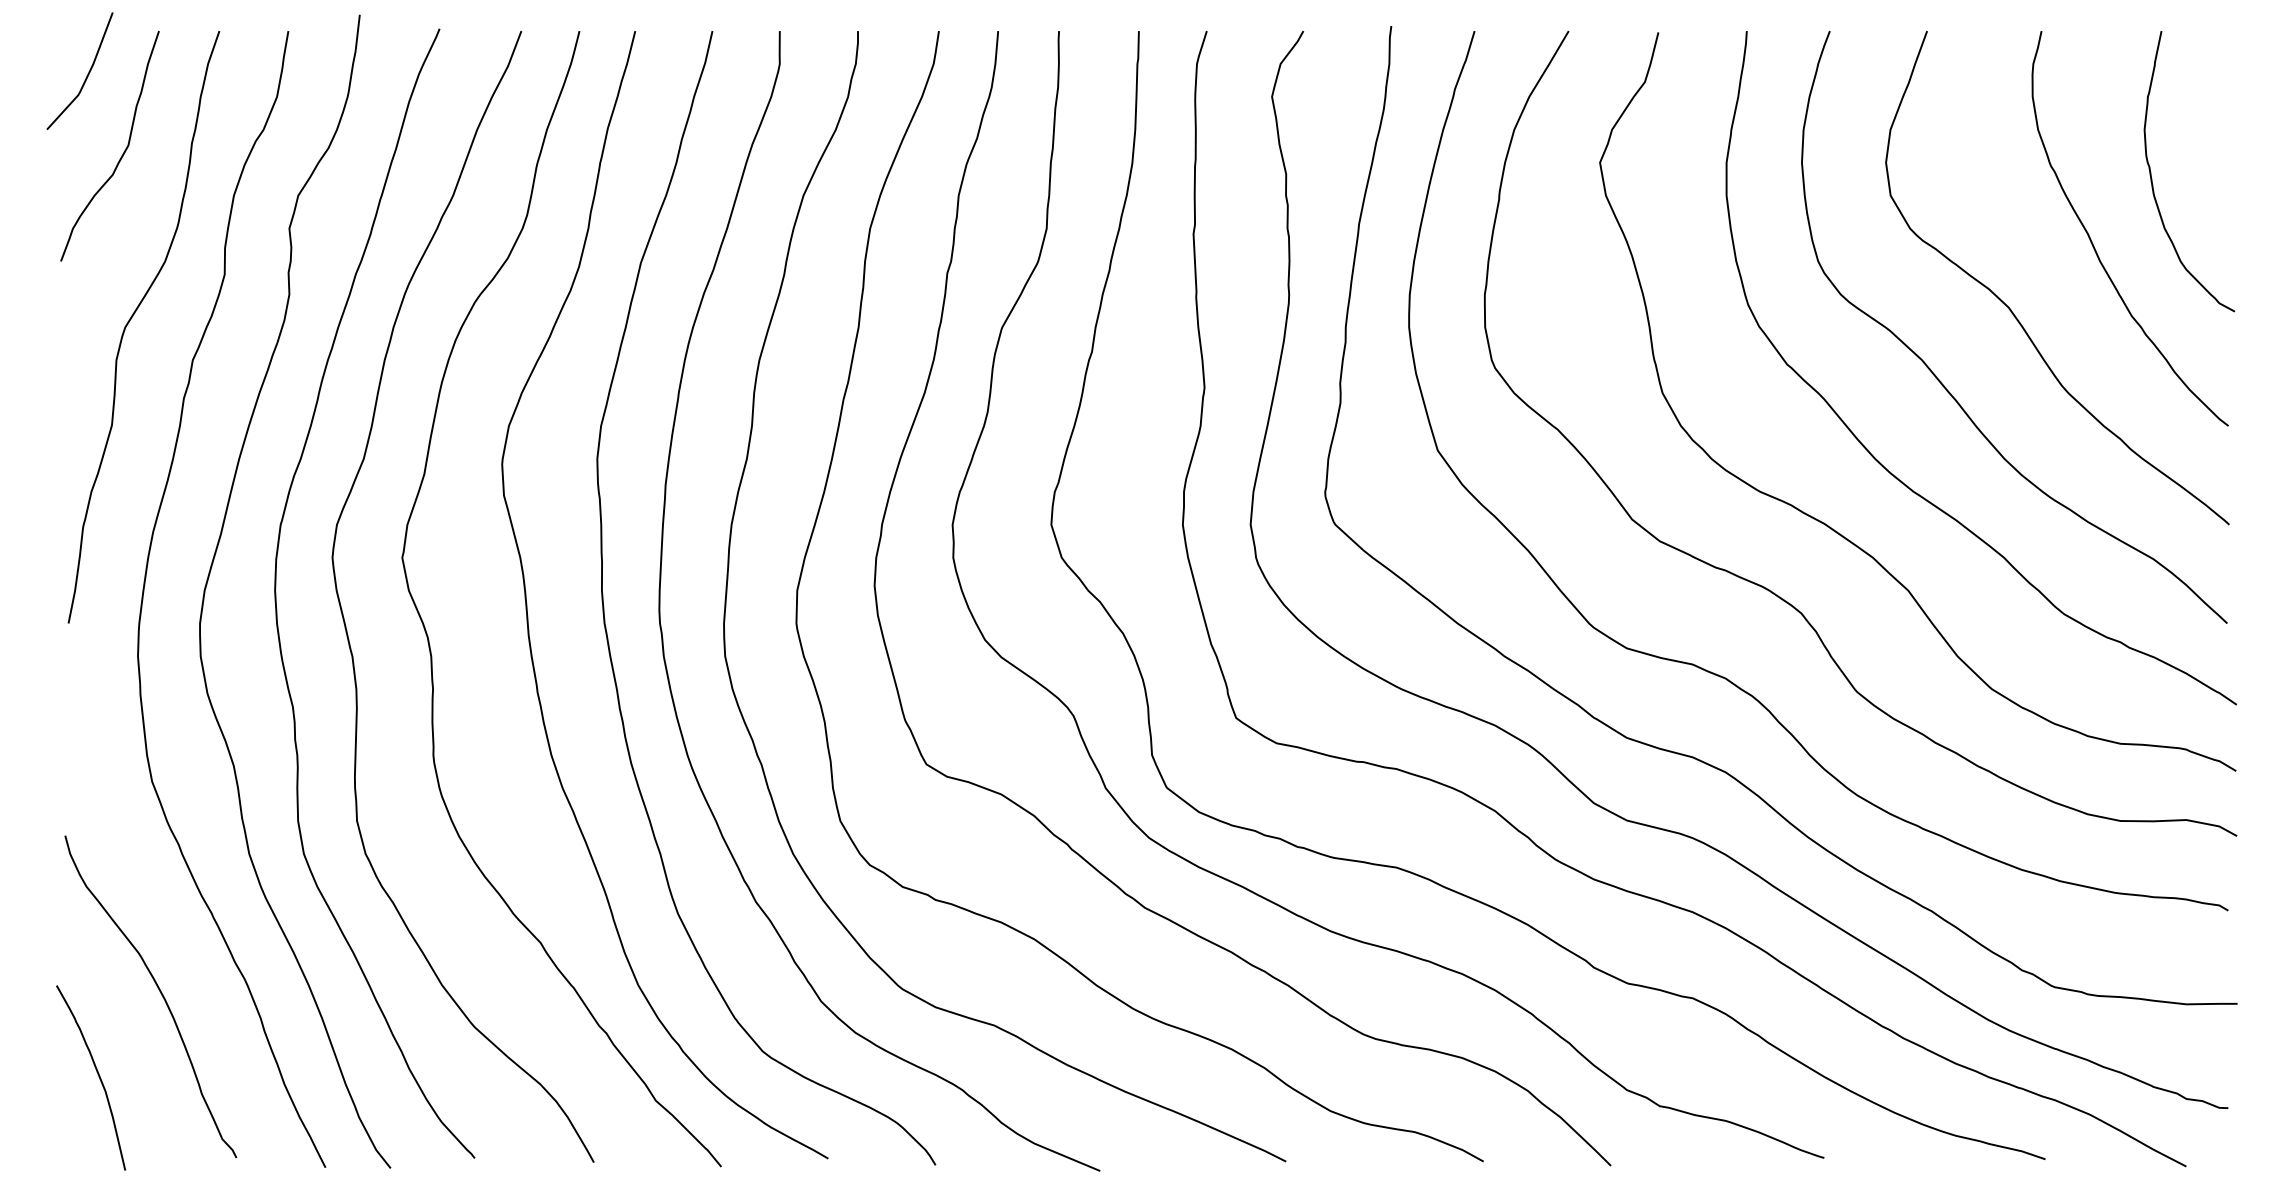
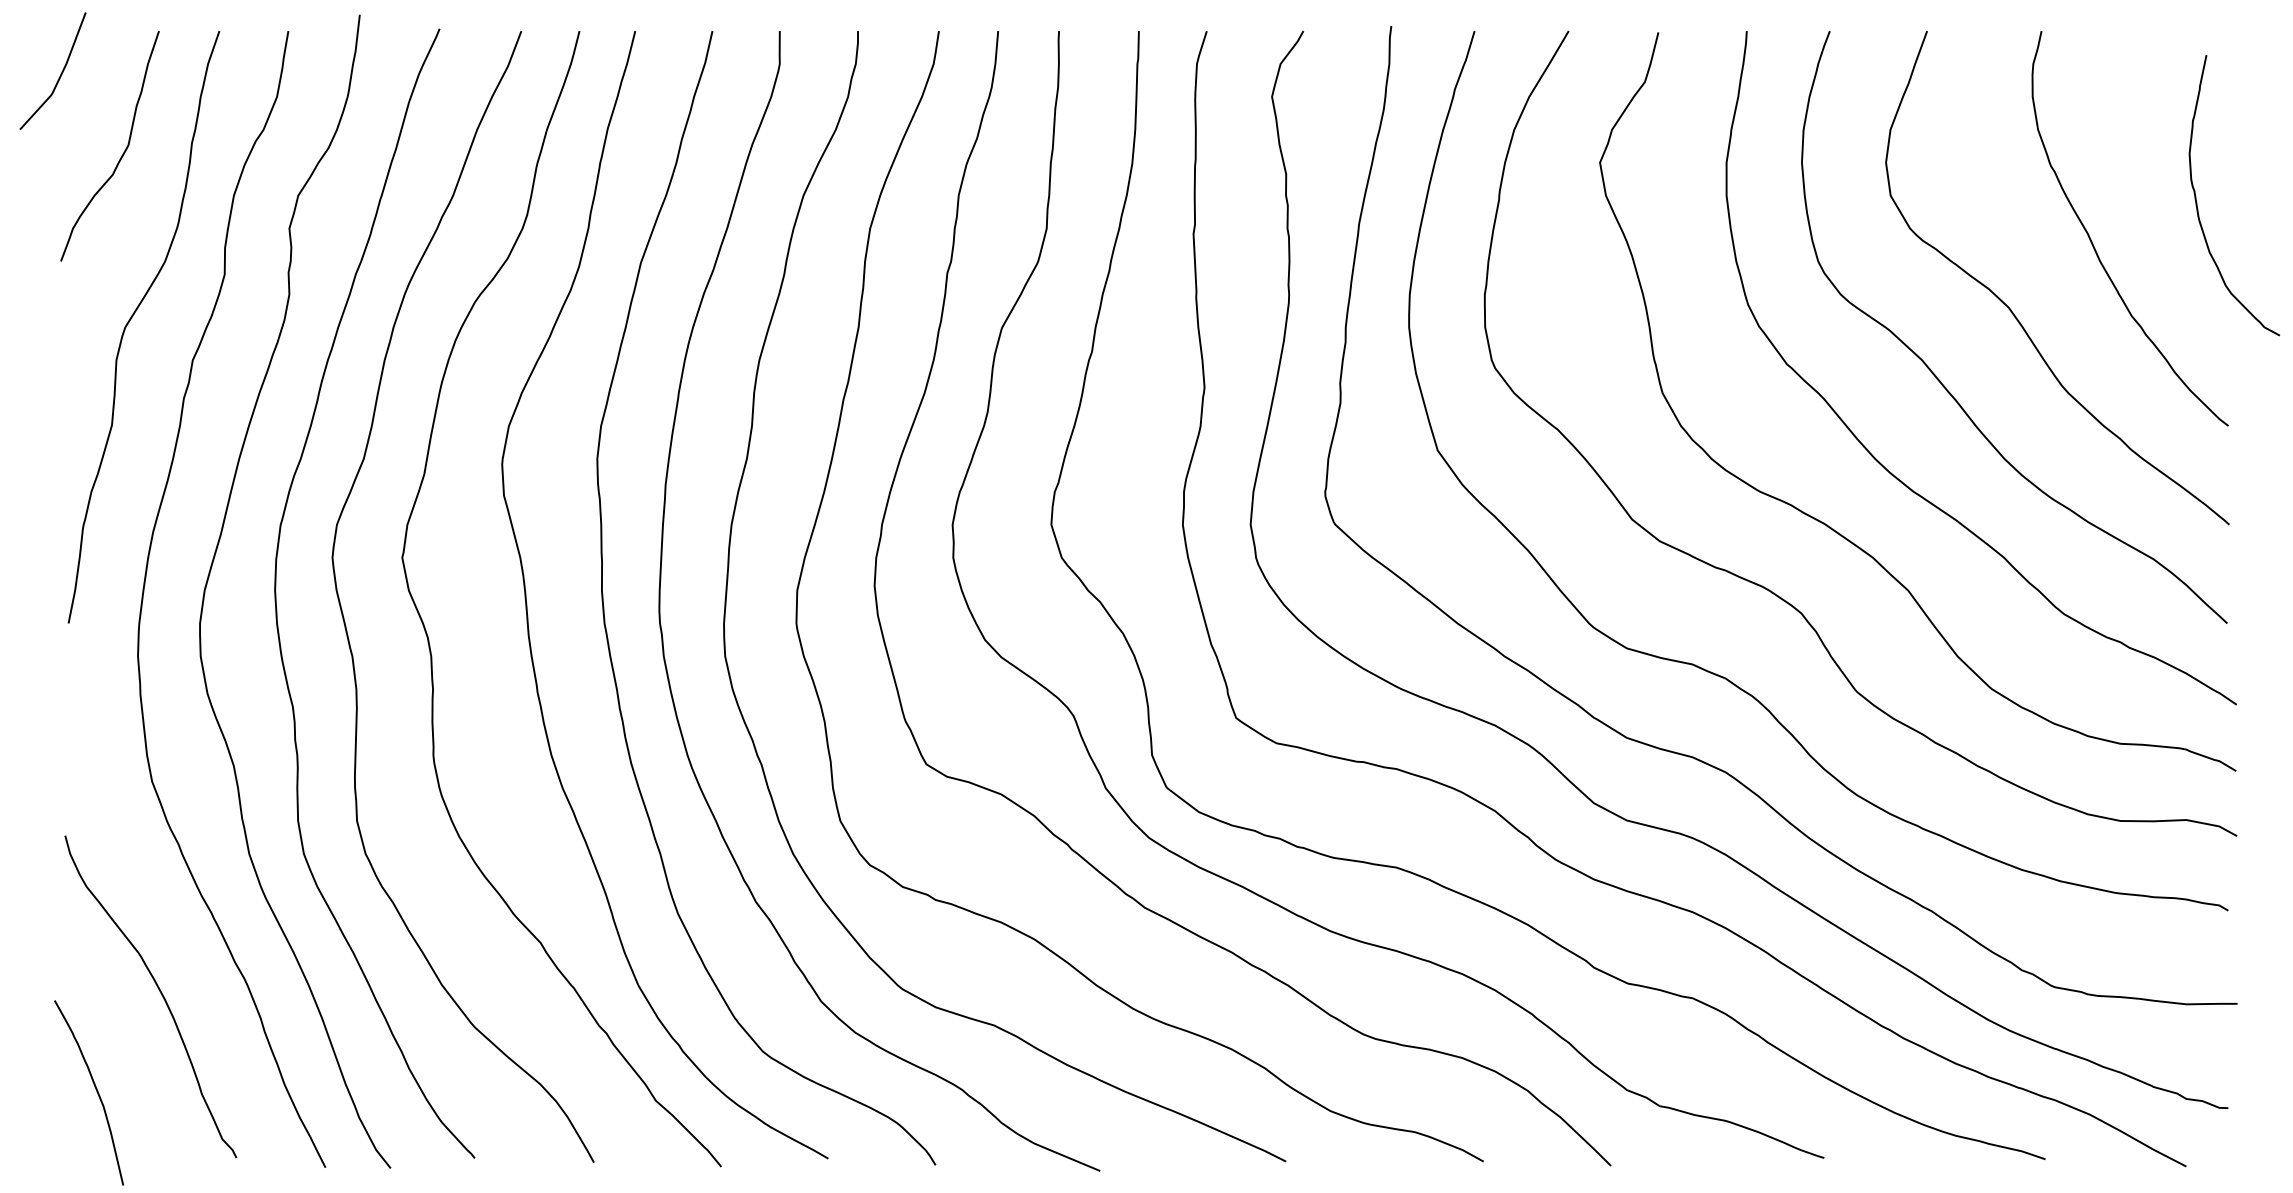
line at (87, 73) position: (87, 73) -> (60, 73)
curve at (2152, 178) position: (2152, 178) -> (2197, 202)
curve at (97, 1074) position: (97, 1074) -> (95, 1089)
